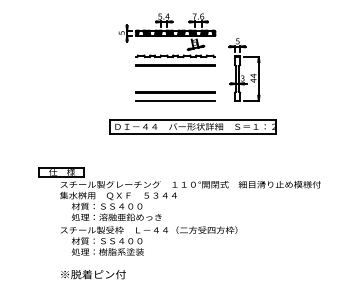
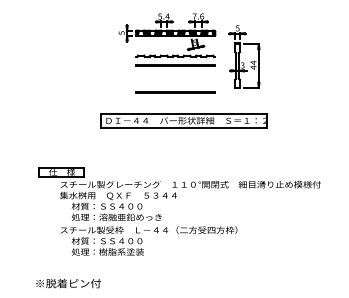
part at (244, 69) position: (244, 69) -> (244, 56)
line at (175, 100): present -> none
part at (192, 126) position: (192, 126) -> (183, 120)
text at (93, 274) position: (93, 274) -> (68, 283)
